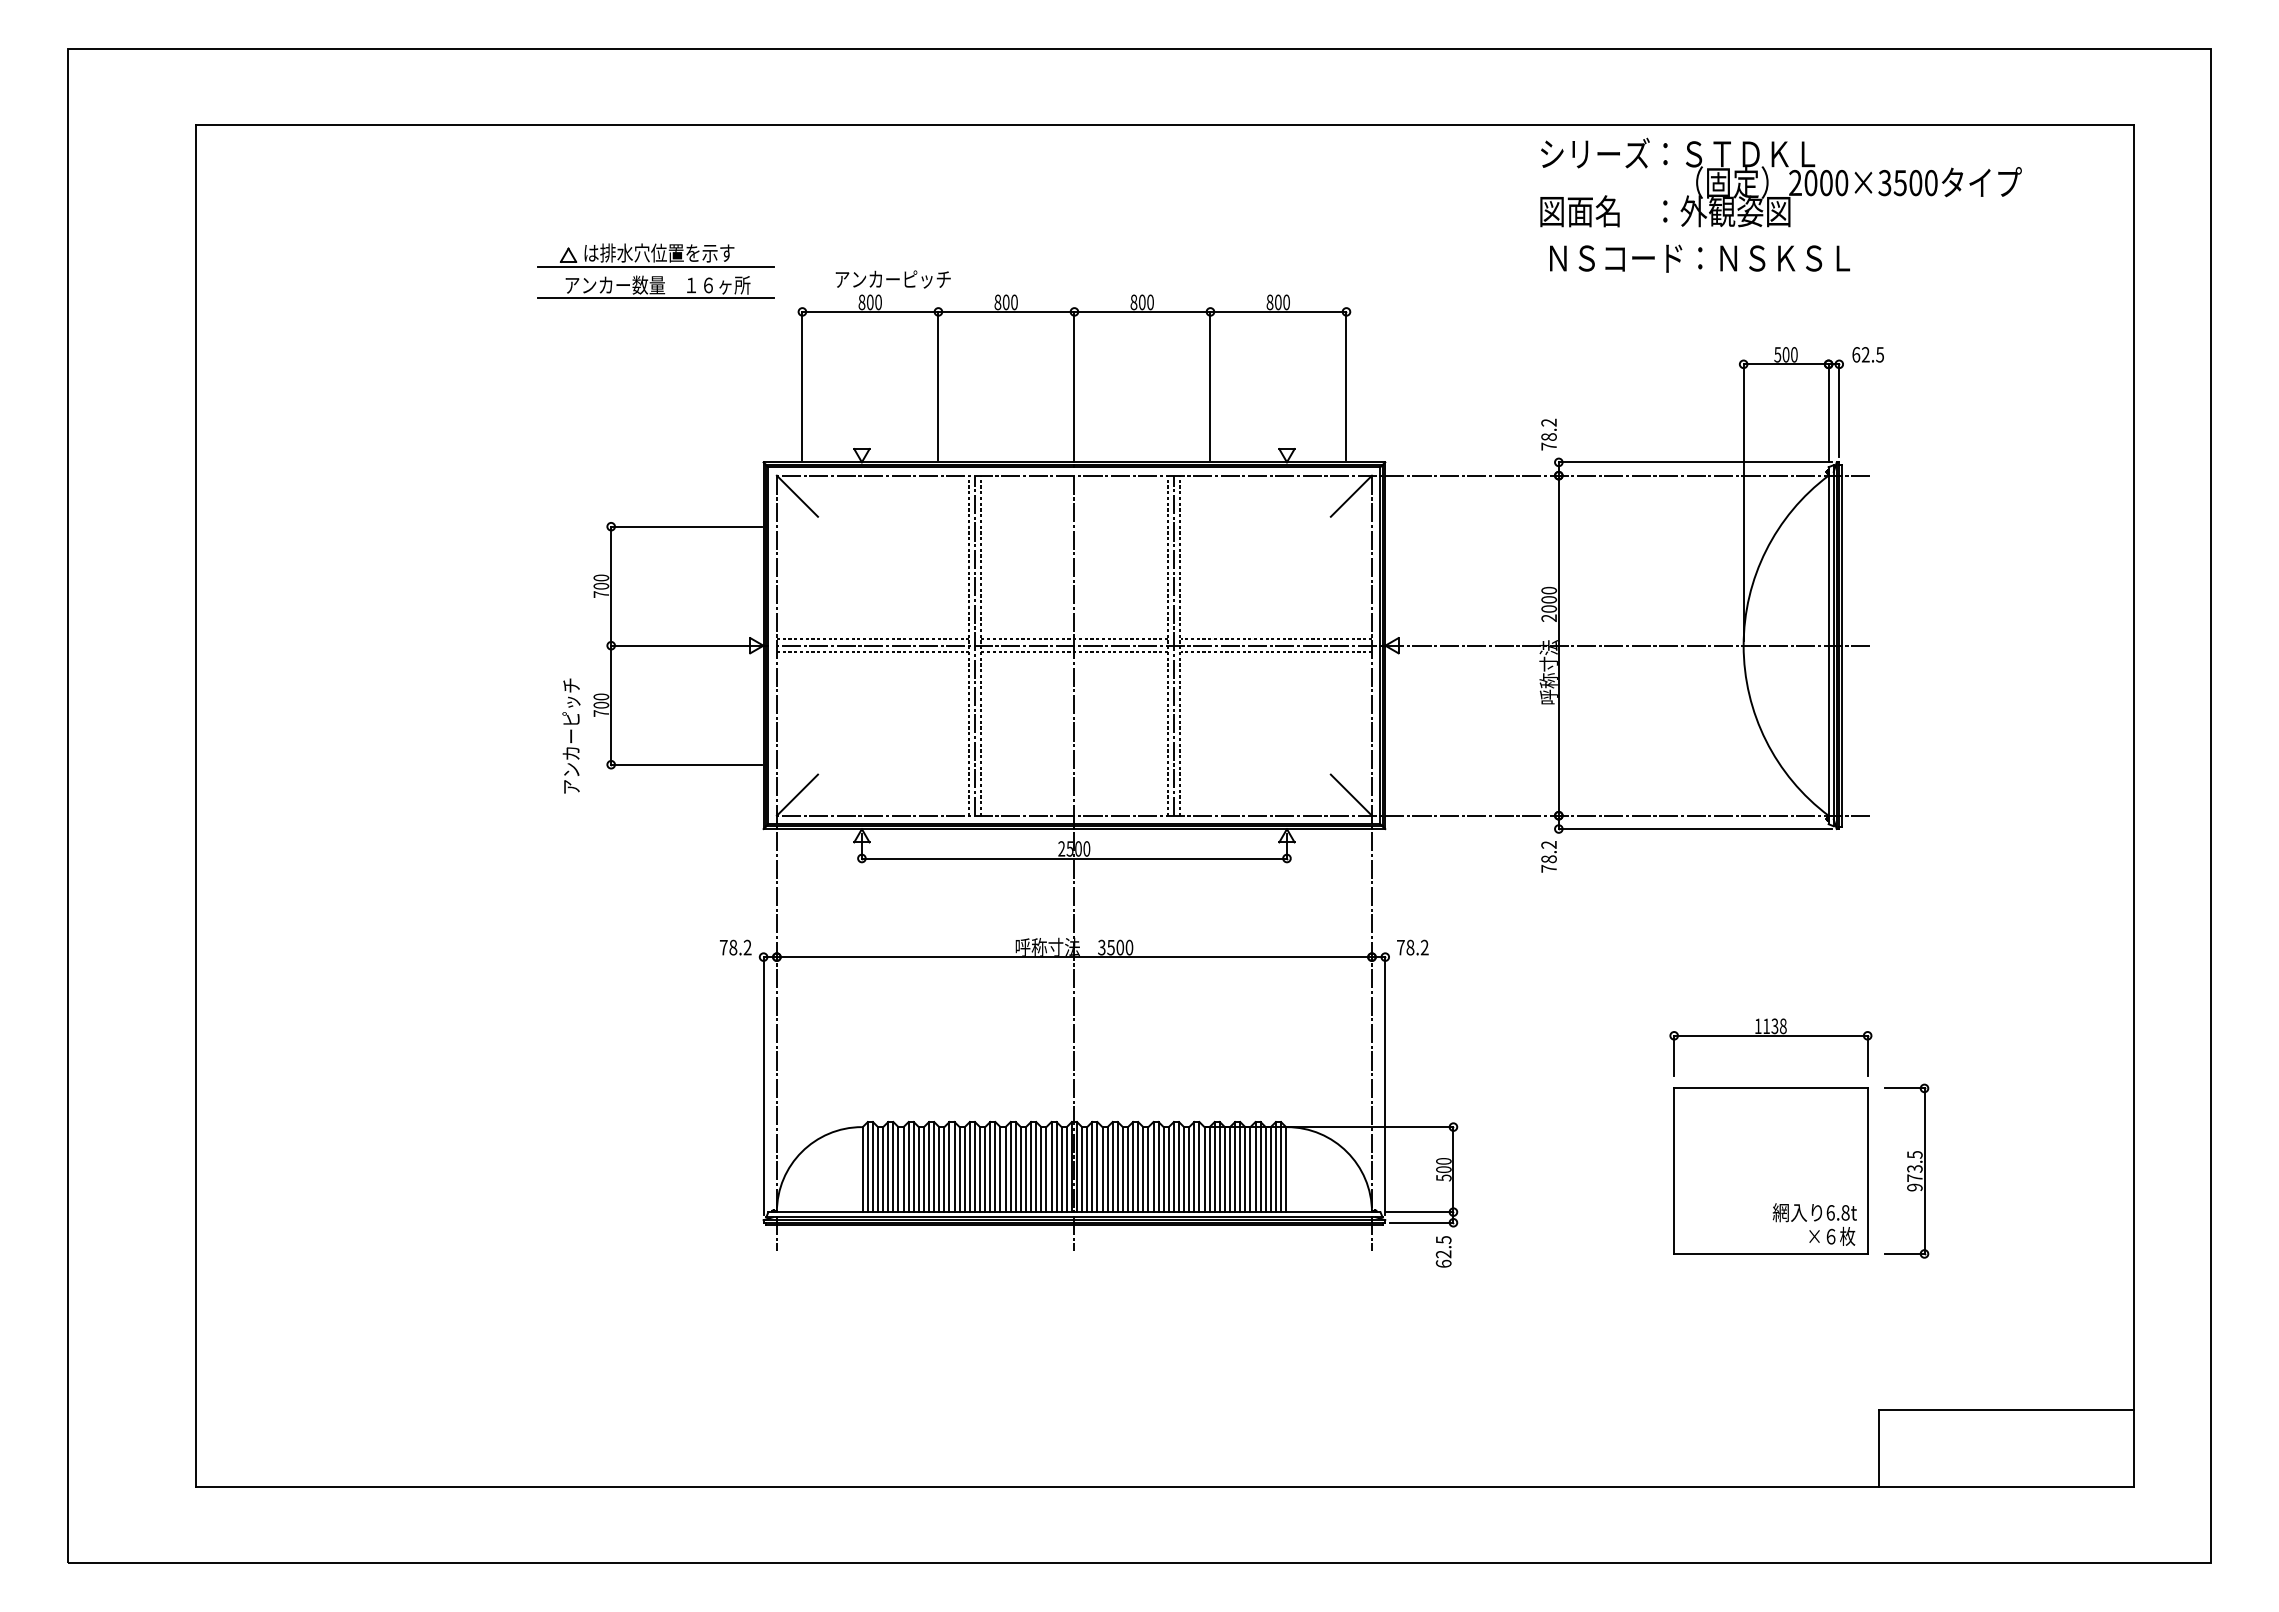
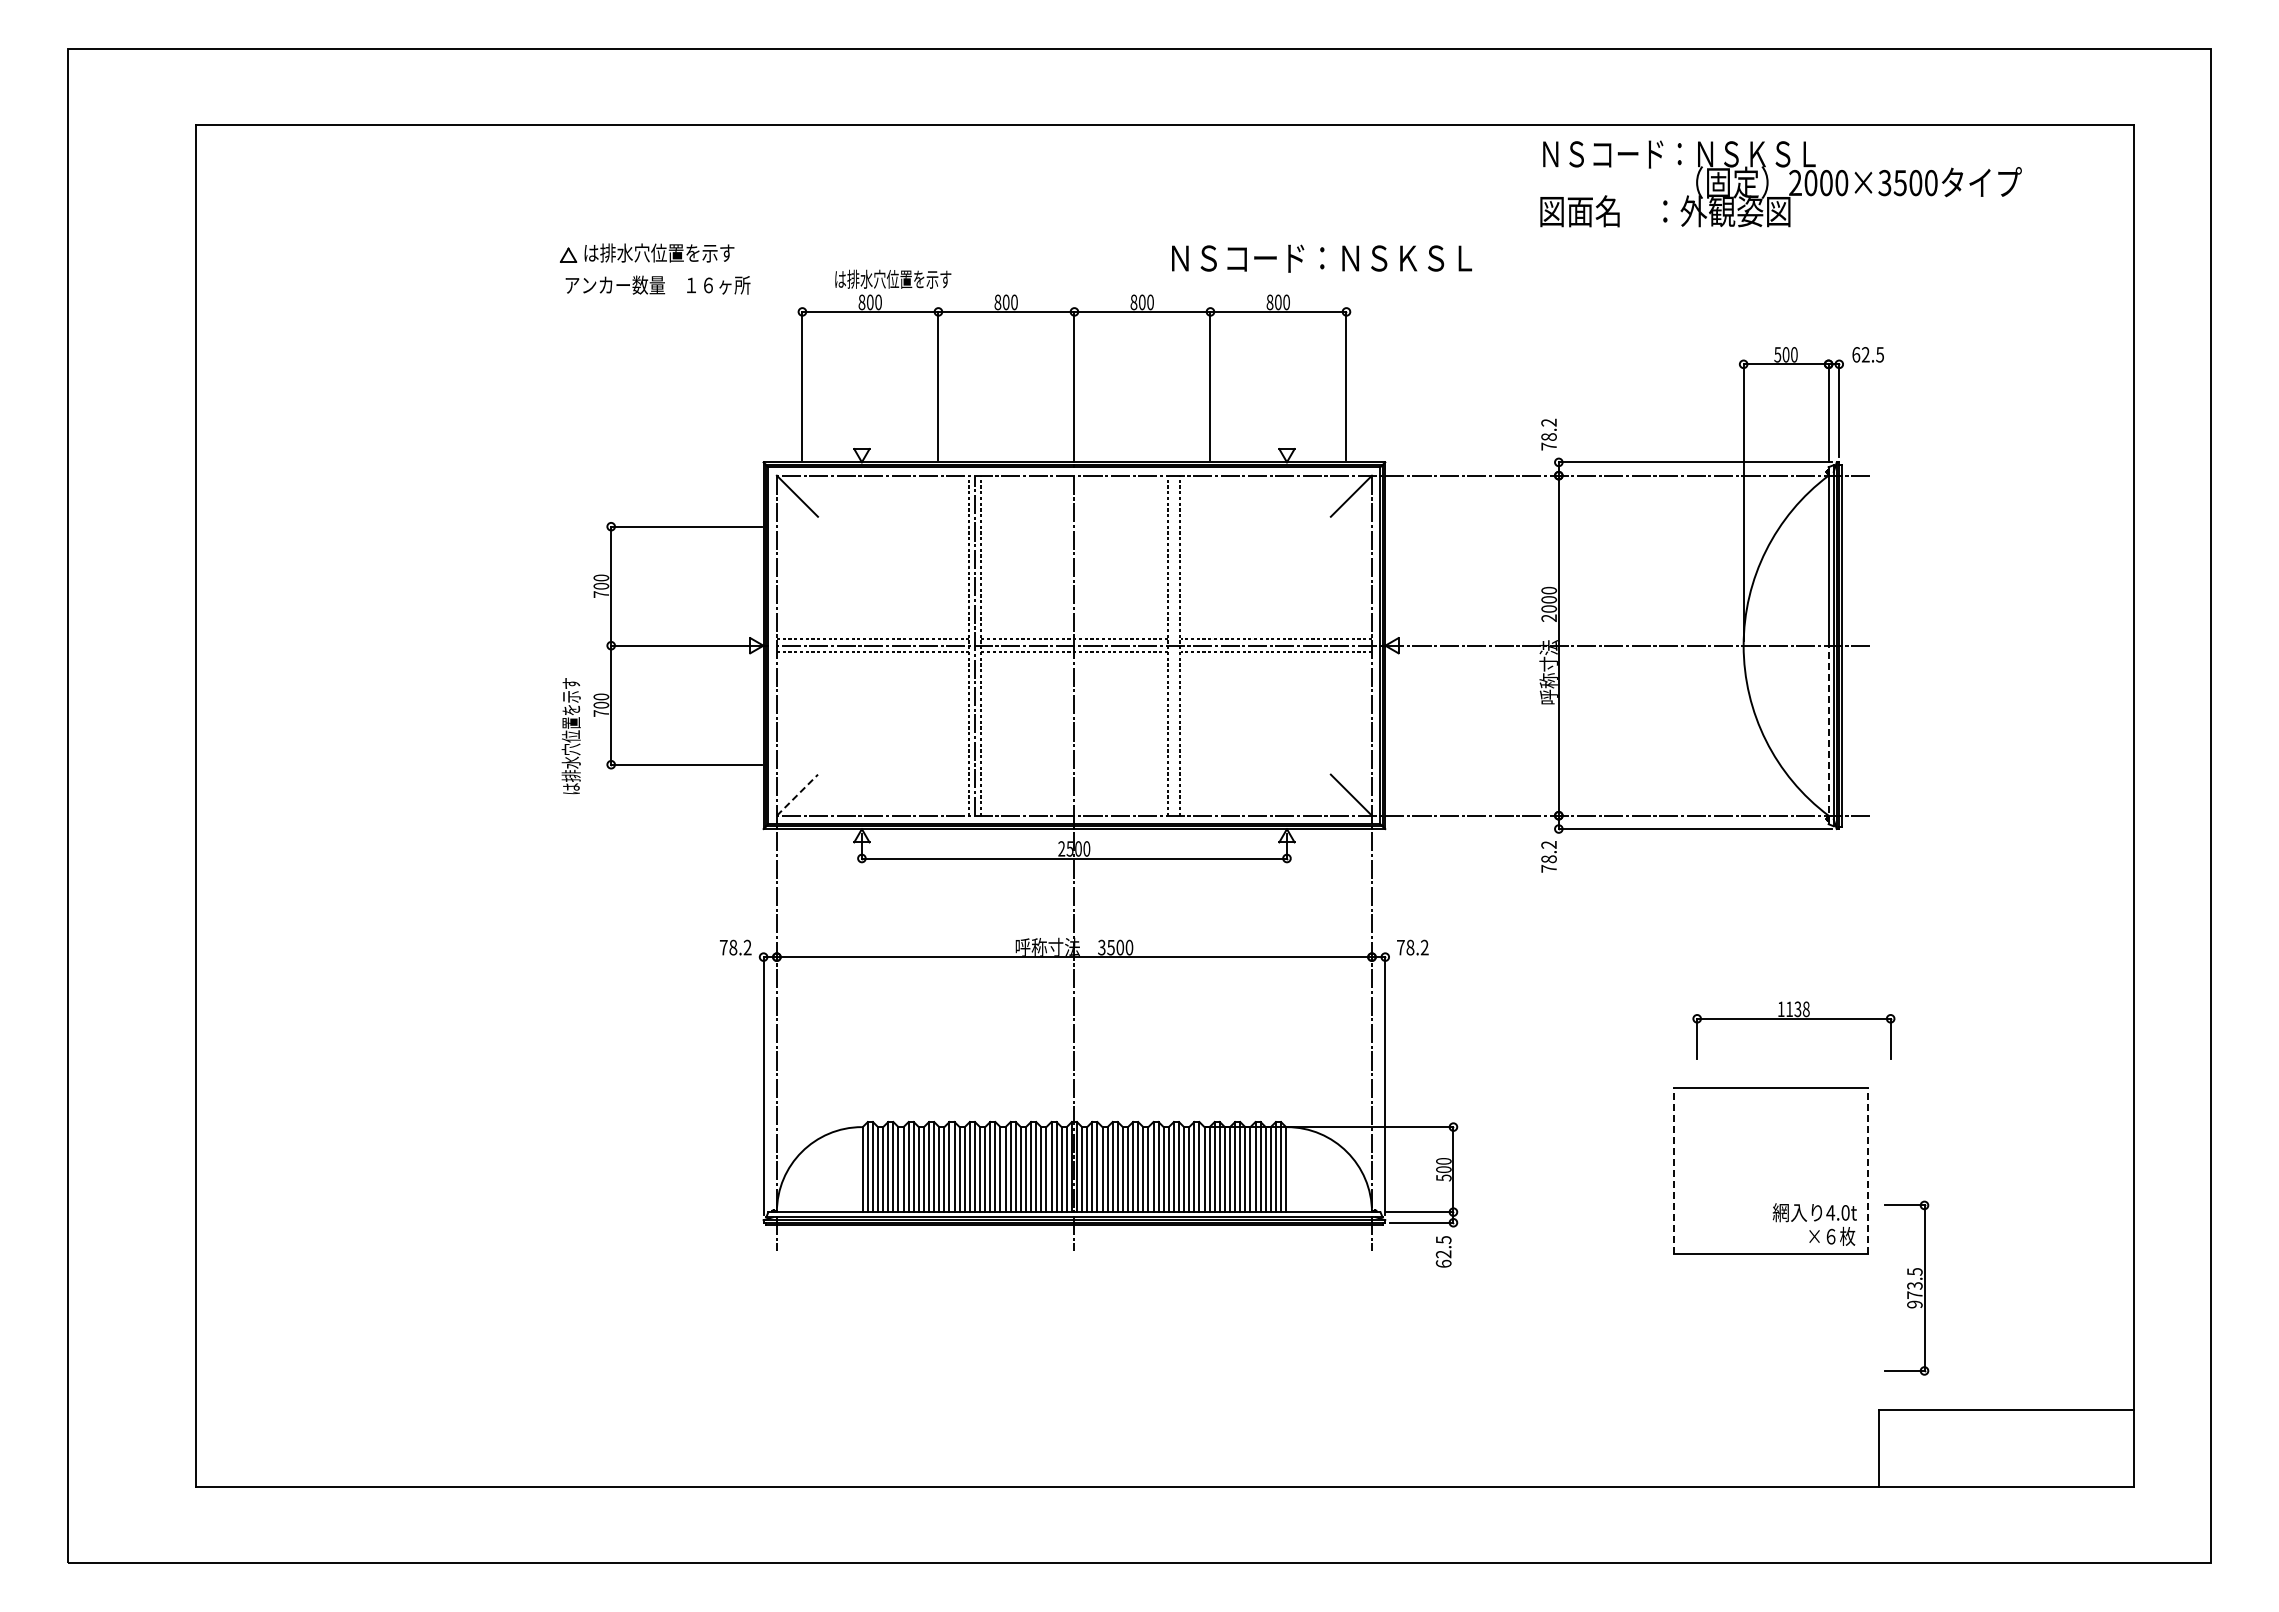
text at (1678, 152): シリーズ：ＳＴＤＫＬ -> ＮＳコード：ＮＳＫＳＬ
text at (1699, 258) position: (1699, 258) -> (1321, 258)
line at (655, 266): present -> none
text at (893, 278): アンカーピッチ -> は排水穴位置を示す
line at (655, 297): present -> none
line at (1173, 645): present -> none
line at (1828, 734): solid -> dashed
text at (570, 736): アンカーピッチ -> は排水穴位置を示す
line at (797, 794): solid -> dashed
part at (1770, 1036) position: (1770, 1036) -> (1793, 1019)
part at (1906, 1170) position: (1906, 1170) -> (1906, 1287)
line at (1674, 1171): solid -> dashed
line at (1867, 1171): solid -> dashed
text at (1837, 1212): 6.8t -> 4.0t
